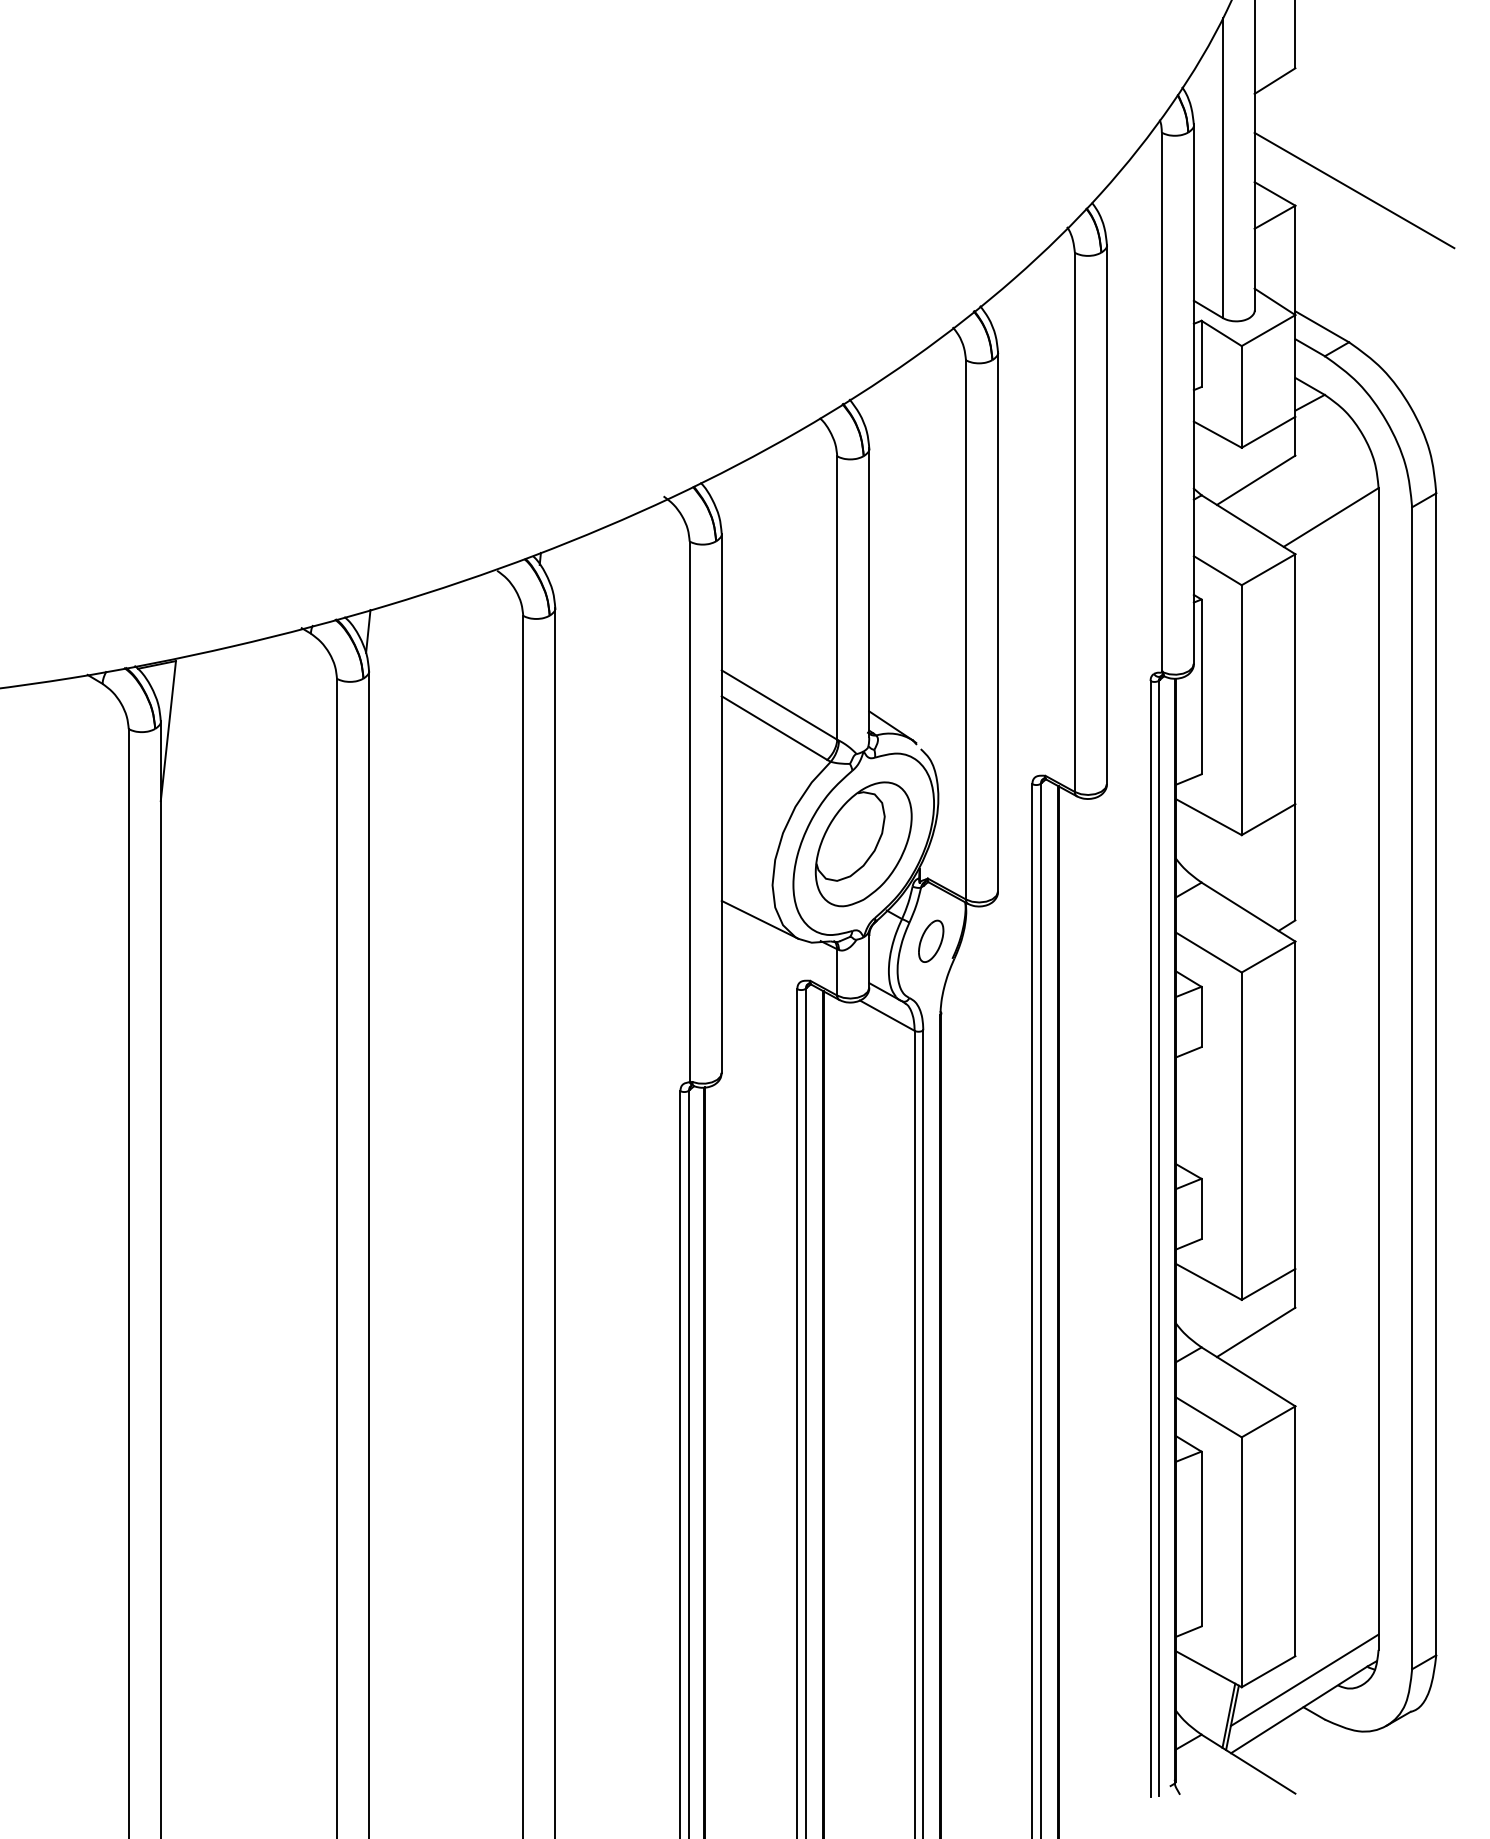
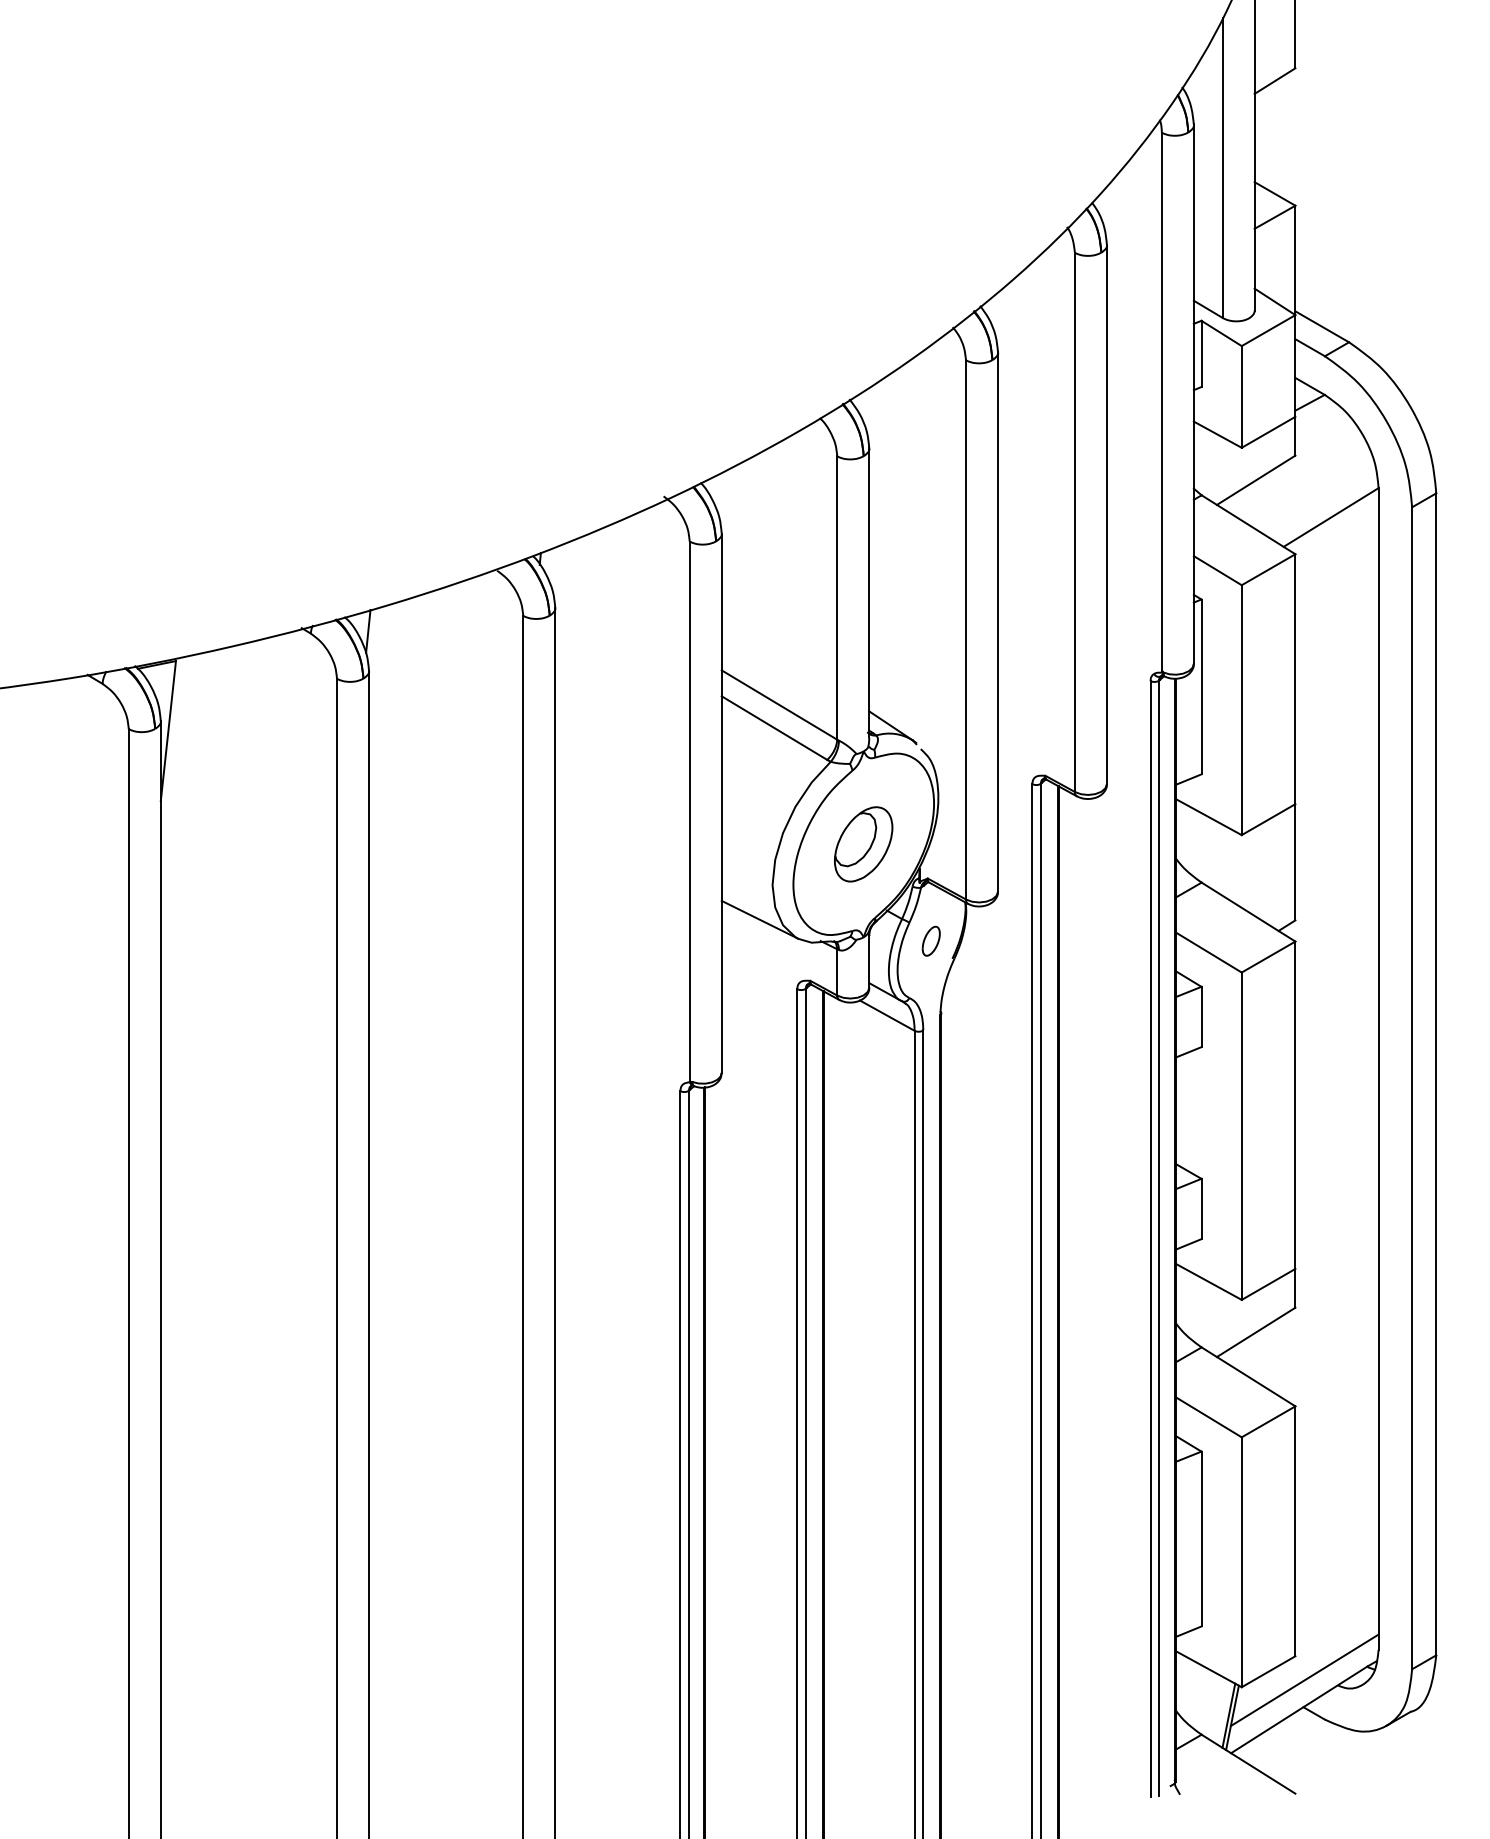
line at (1354, 190): present -> none
part at (863, 844) size: 99x127 px -> 60x77 px
part at (931, 940) size: 27x44 px -> 20x32 px
